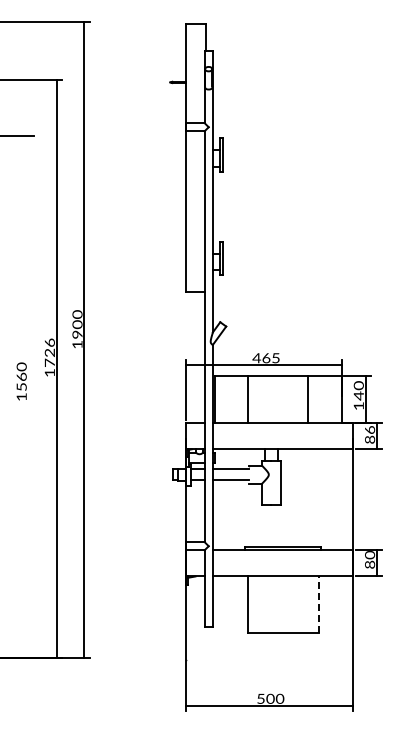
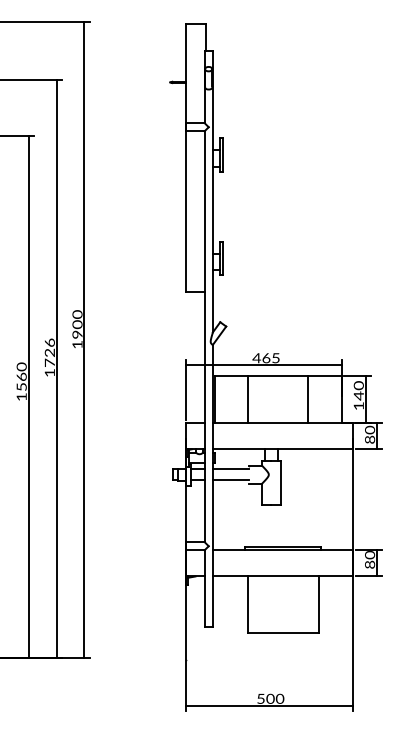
line at (28, 396): none -> present
text at (369, 429): 86 -> 80
line at (318, 604): dashed -> solid
